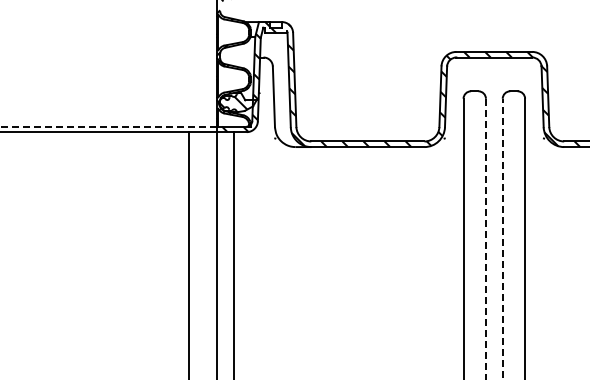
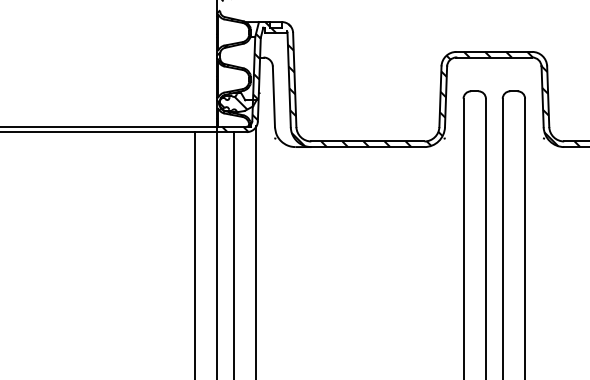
line at (108, 126): dashed -> solid
line at (502, 238): dashed -> solid
line at (485, 239): dashed -> solid
line at (256, 251): none -> present
line at (188, 254) position: (188, 254) -> (194, 254)
